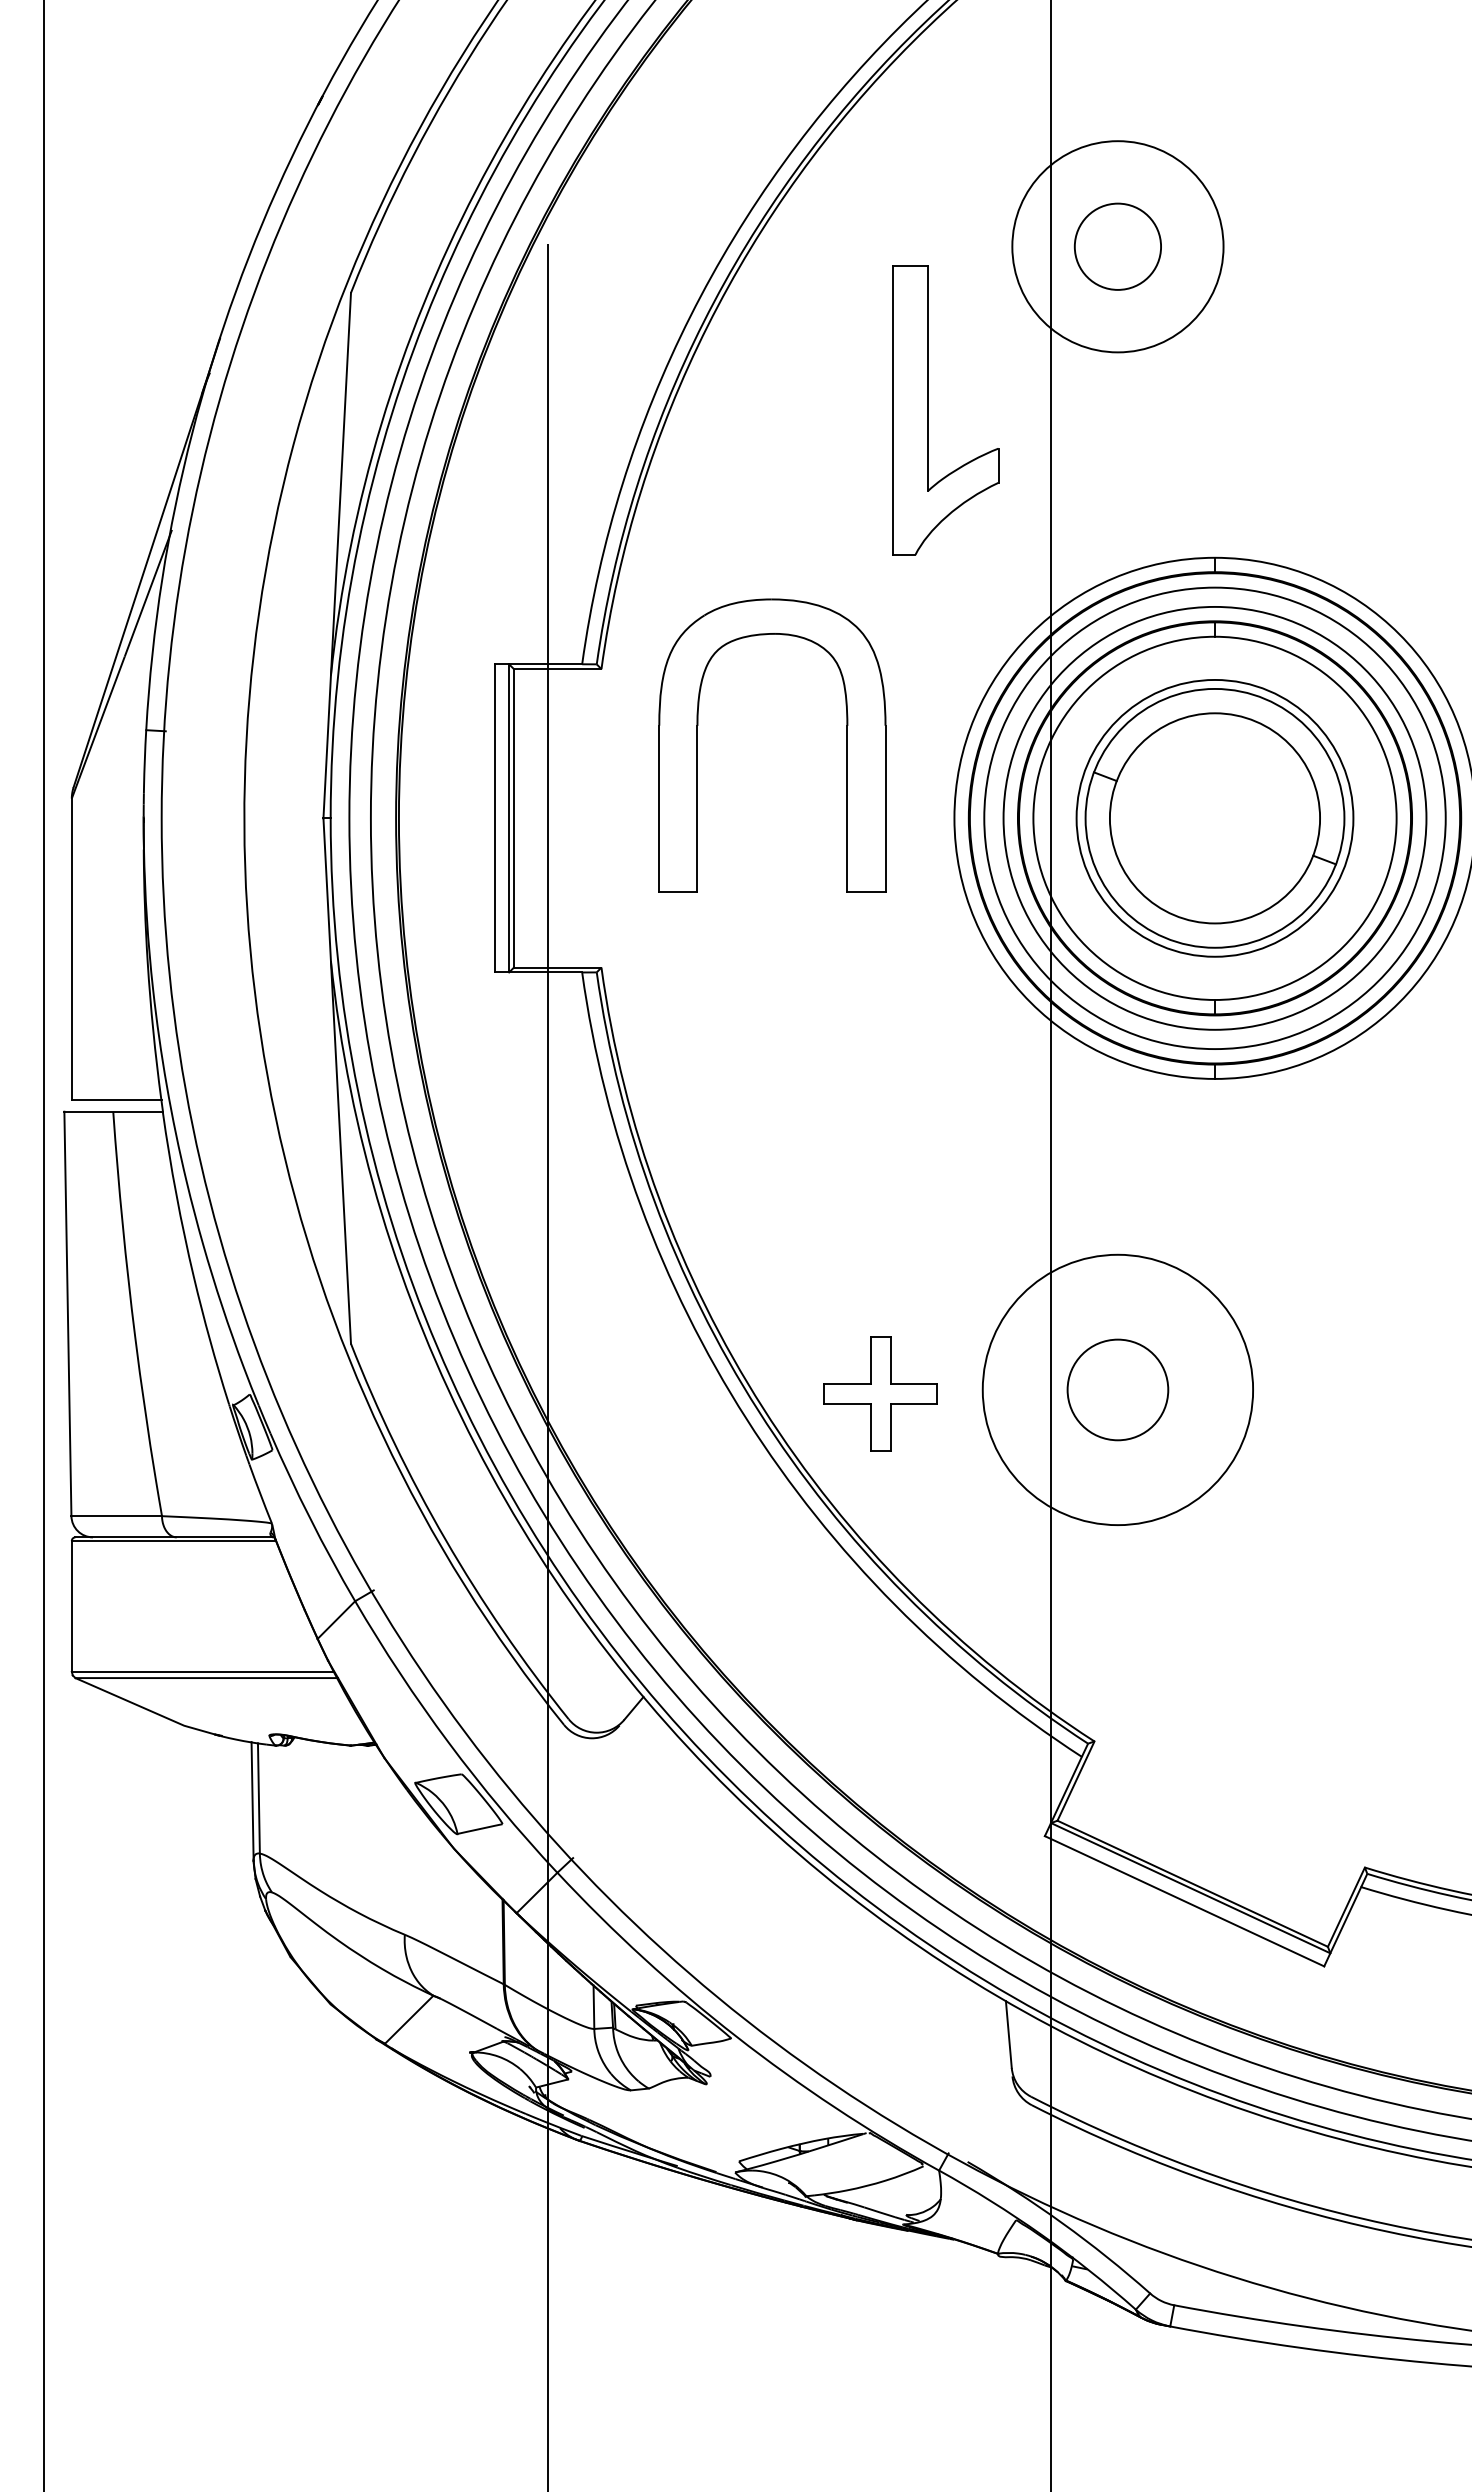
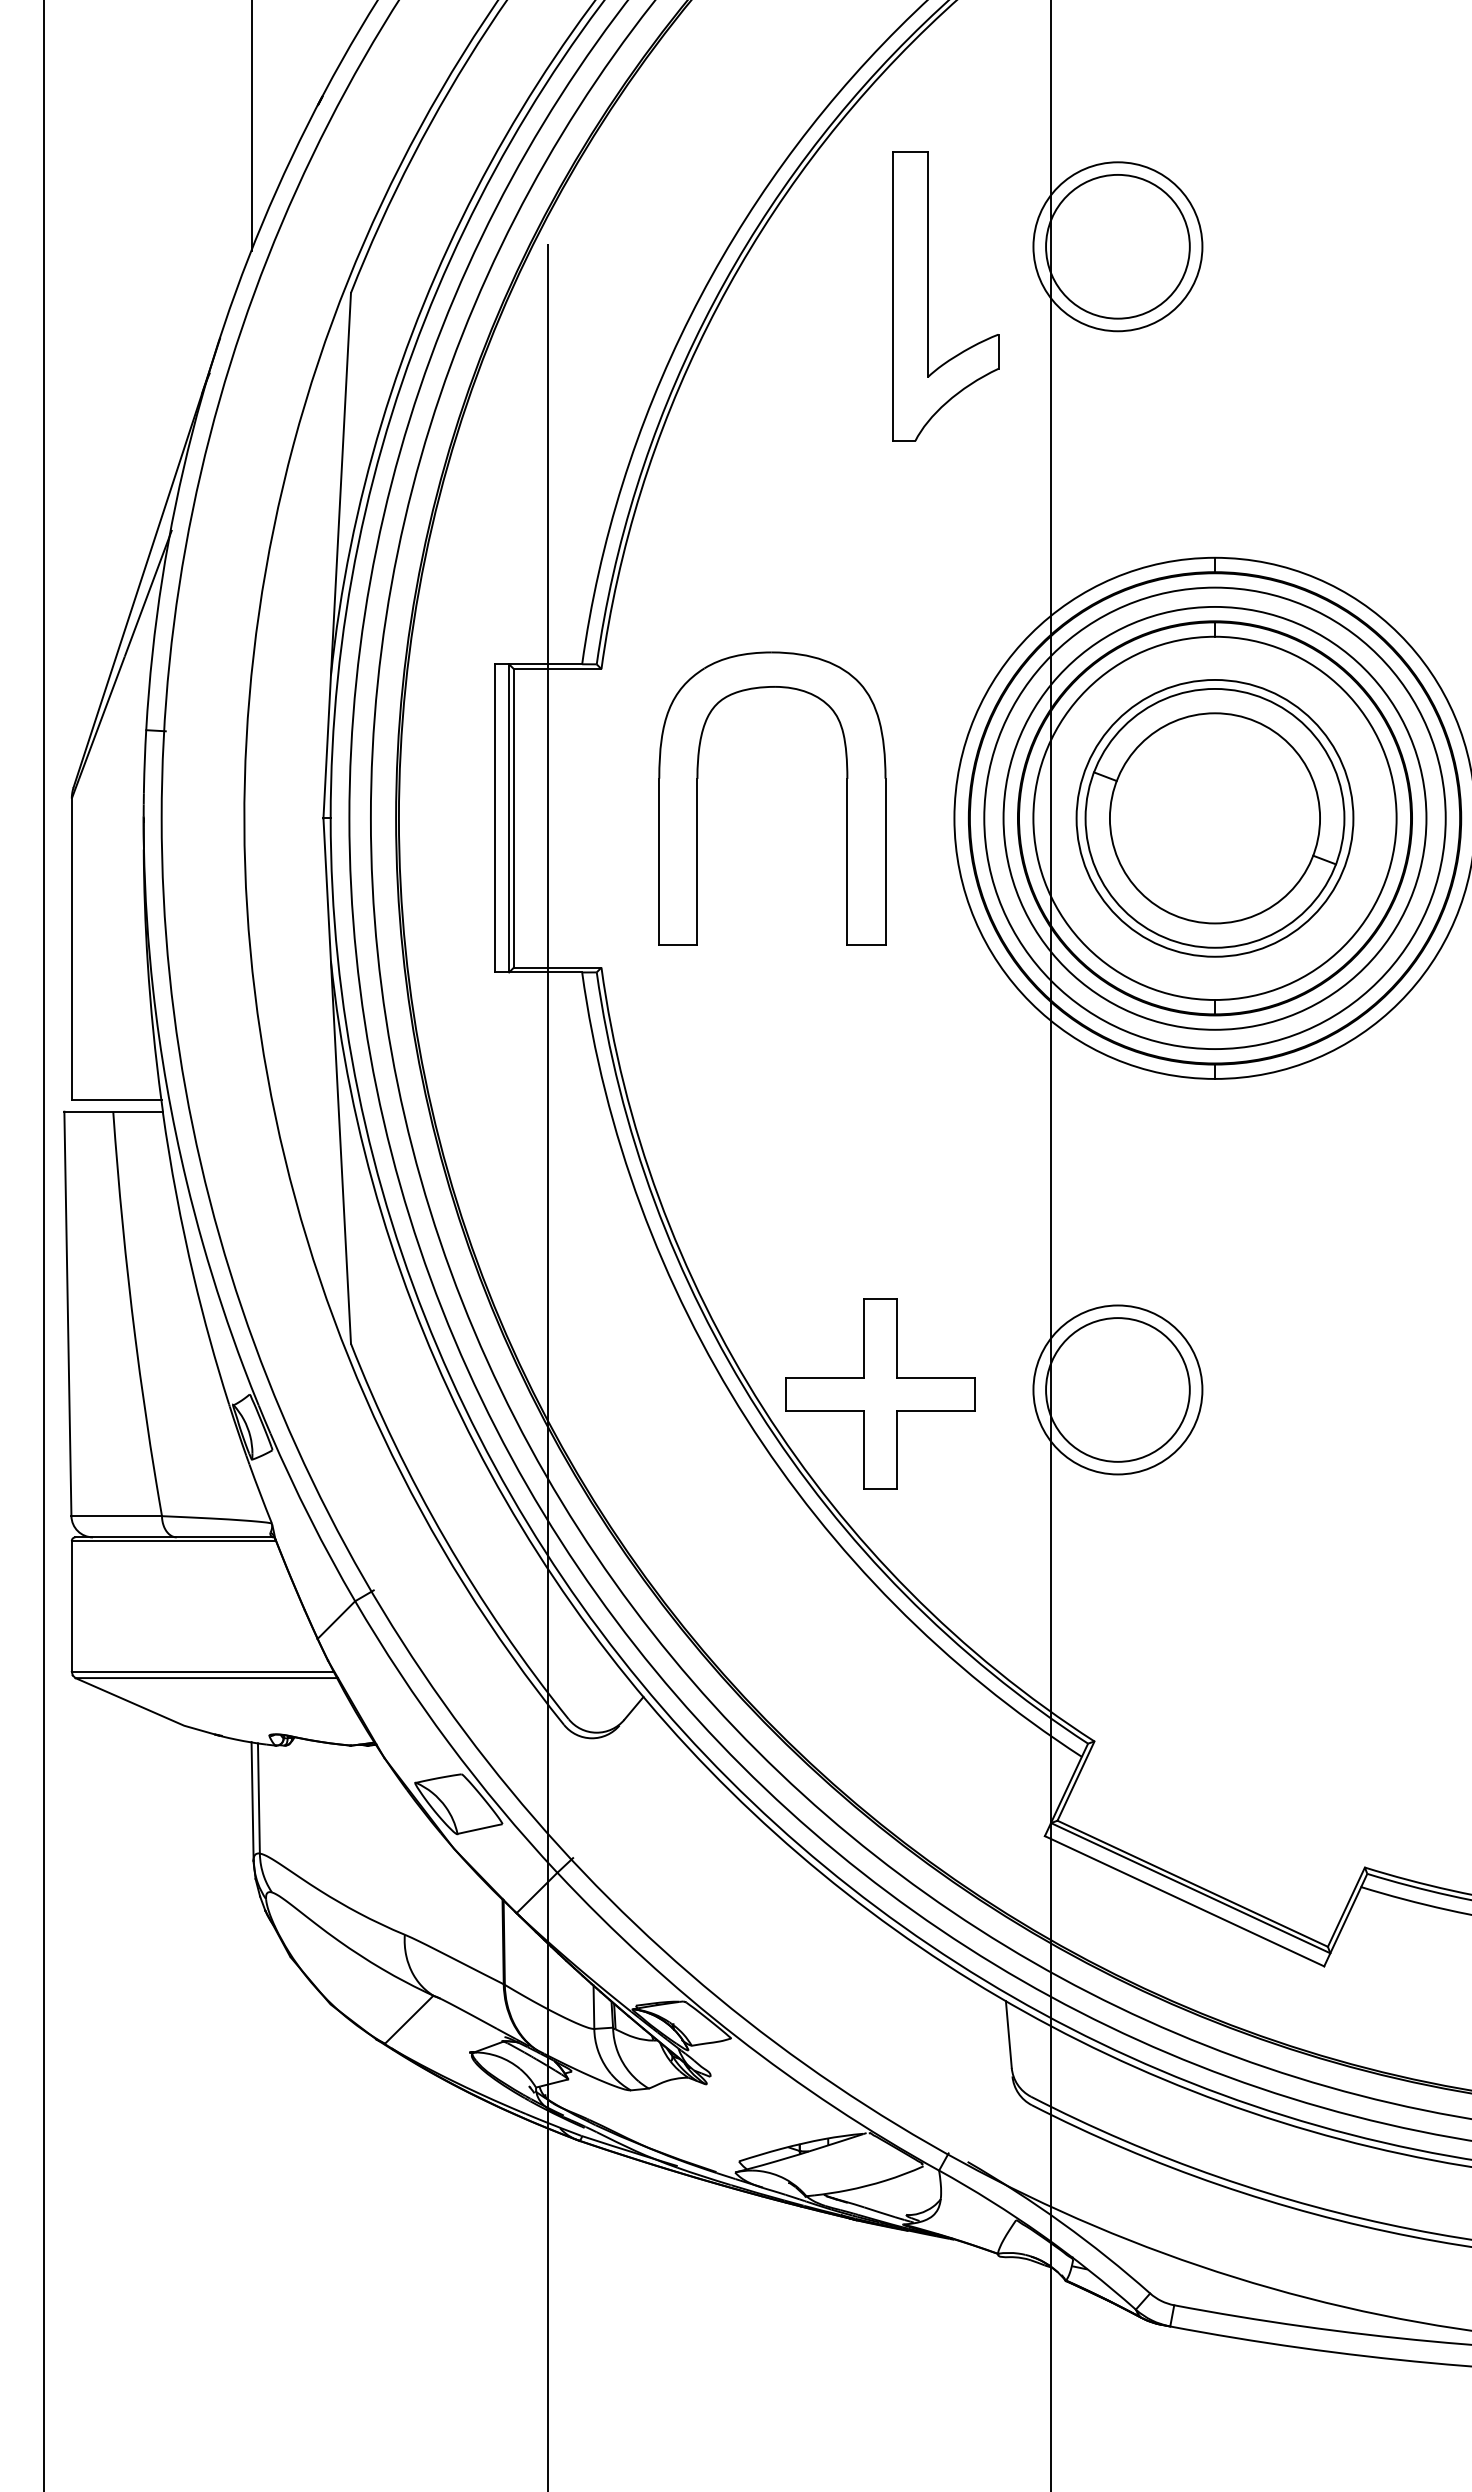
line at (251, 126): none -> present
circle at (1117, 246) diameter: 211 px -> 169 px
circle at (1117, 246) diameter: 86 px -> 144 px
part at (928, 410) position: (928, 410) -> (928, 296)
part at (846, 745) position: (846, 745) -> (846, 798)
circle at (1117, 1389) diameter: 101 px -> 144 px
circle at (1117, 1389) diameter: 270 px -> 169 px
part at (880, 1393) size: 115x116 px -> 191x192 px
